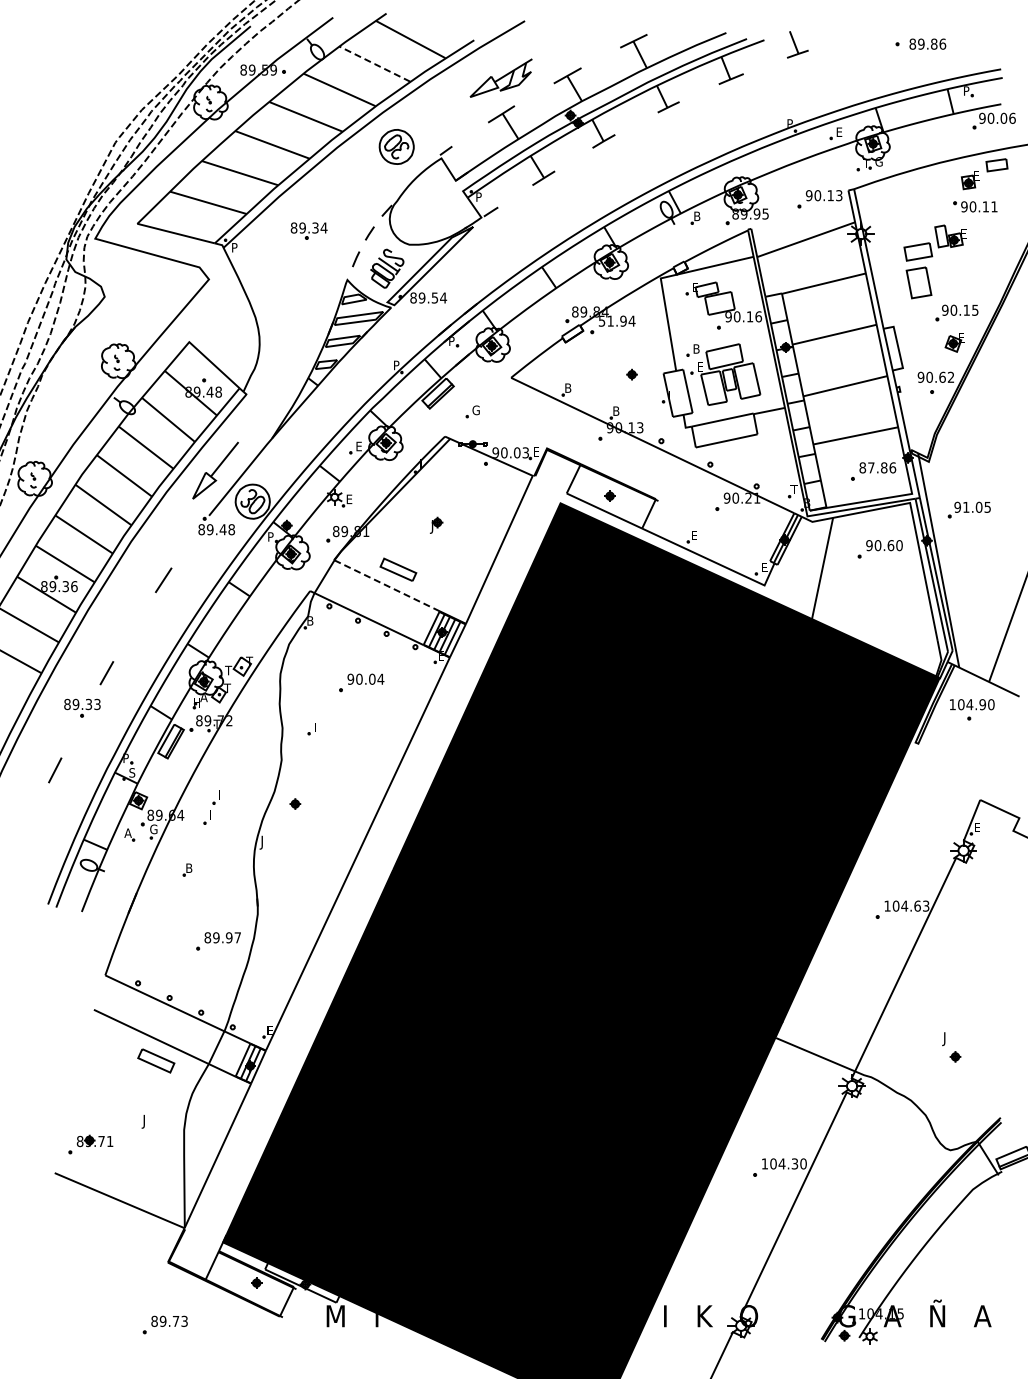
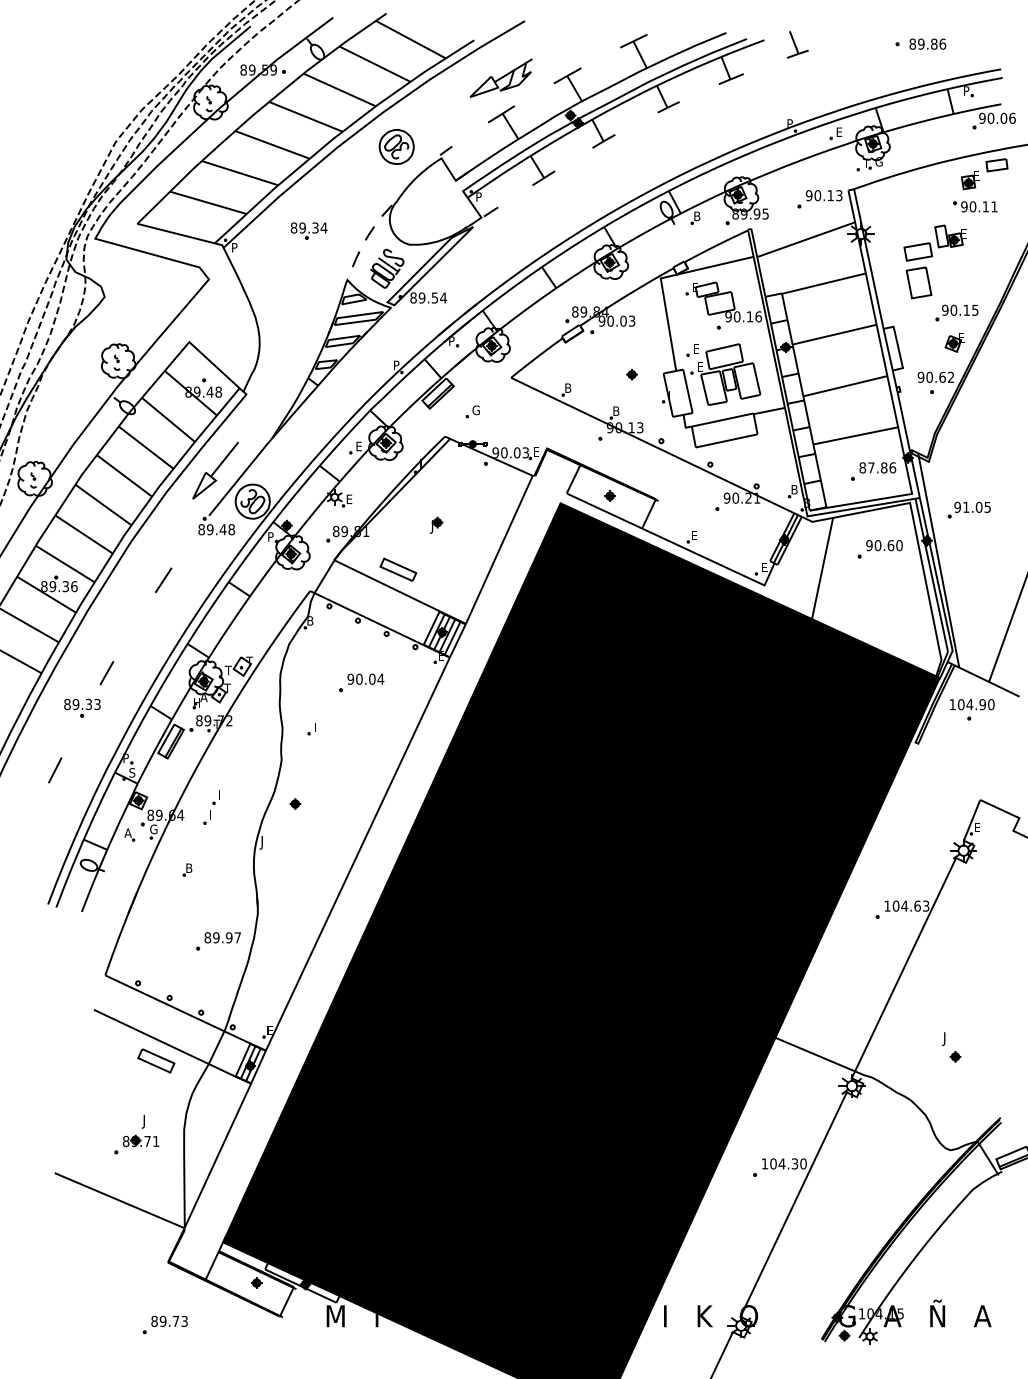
line at (374, 64): dashed -> solid
text at (616, 320): 51.94 -> 90.03
text at (696, 348): B -> E
text at (793, 489): T -> B
line at (386, 585): dashed -> solid
part at (90, 1144) position: (90, 1144) -> (136, 1144)
